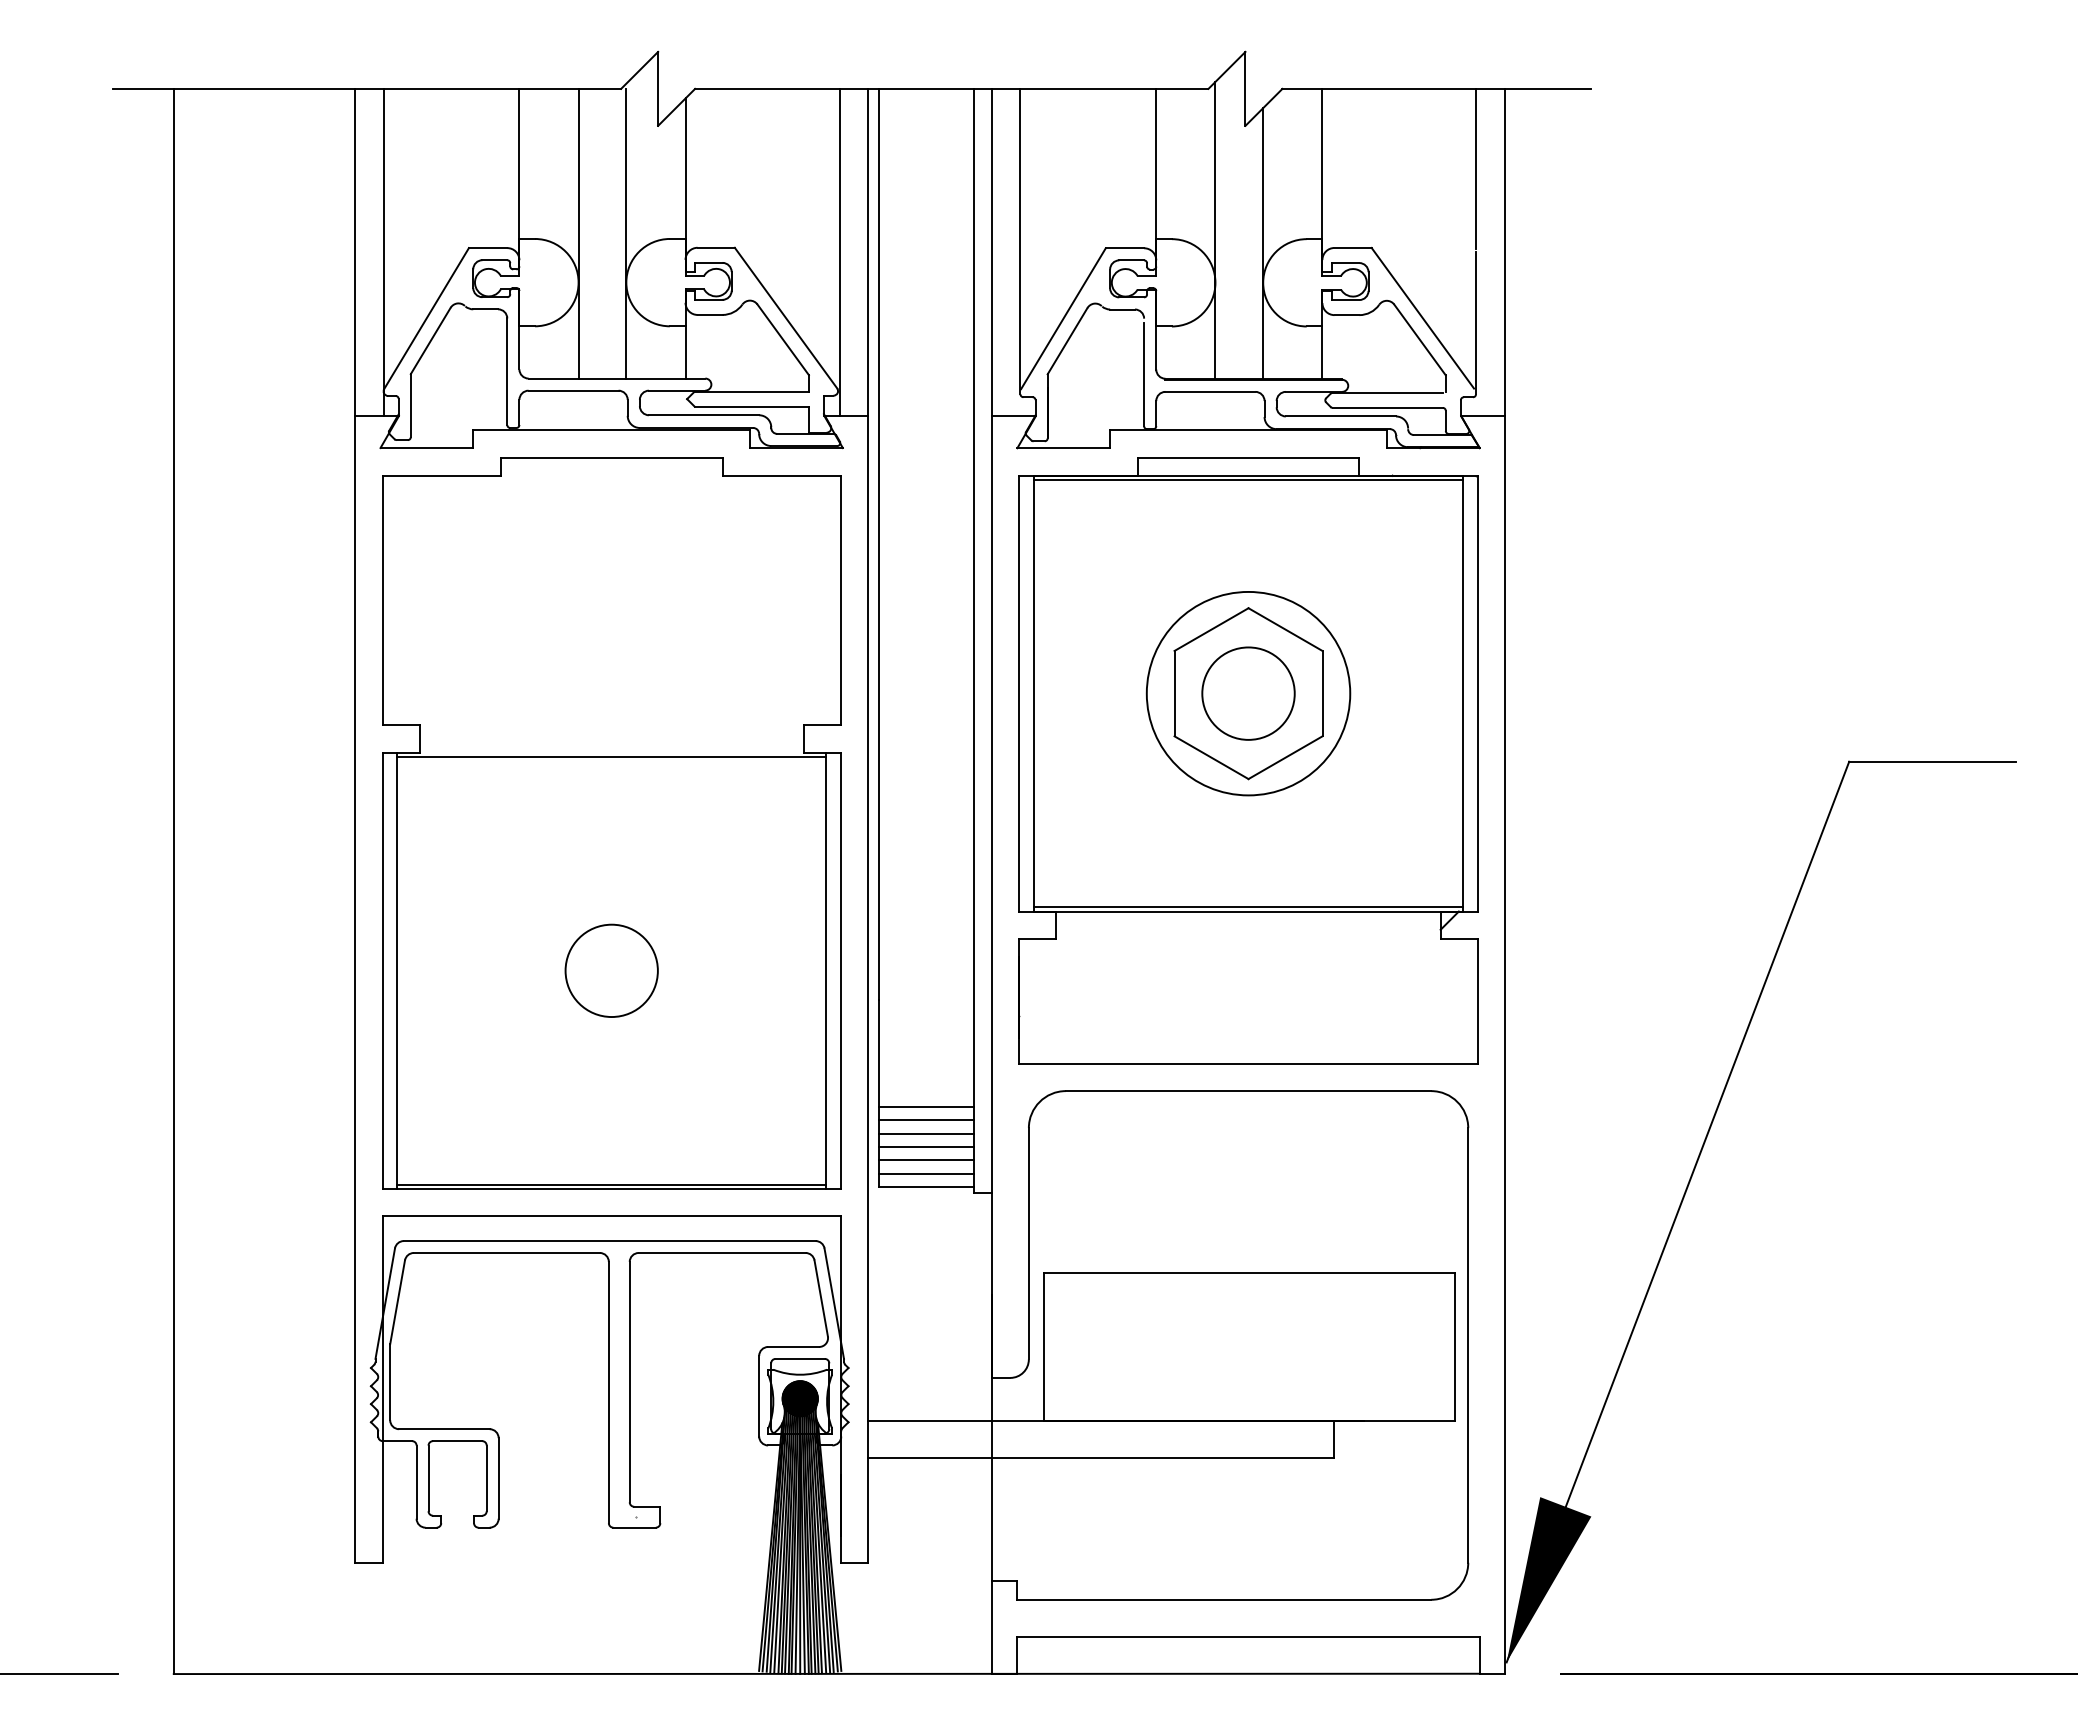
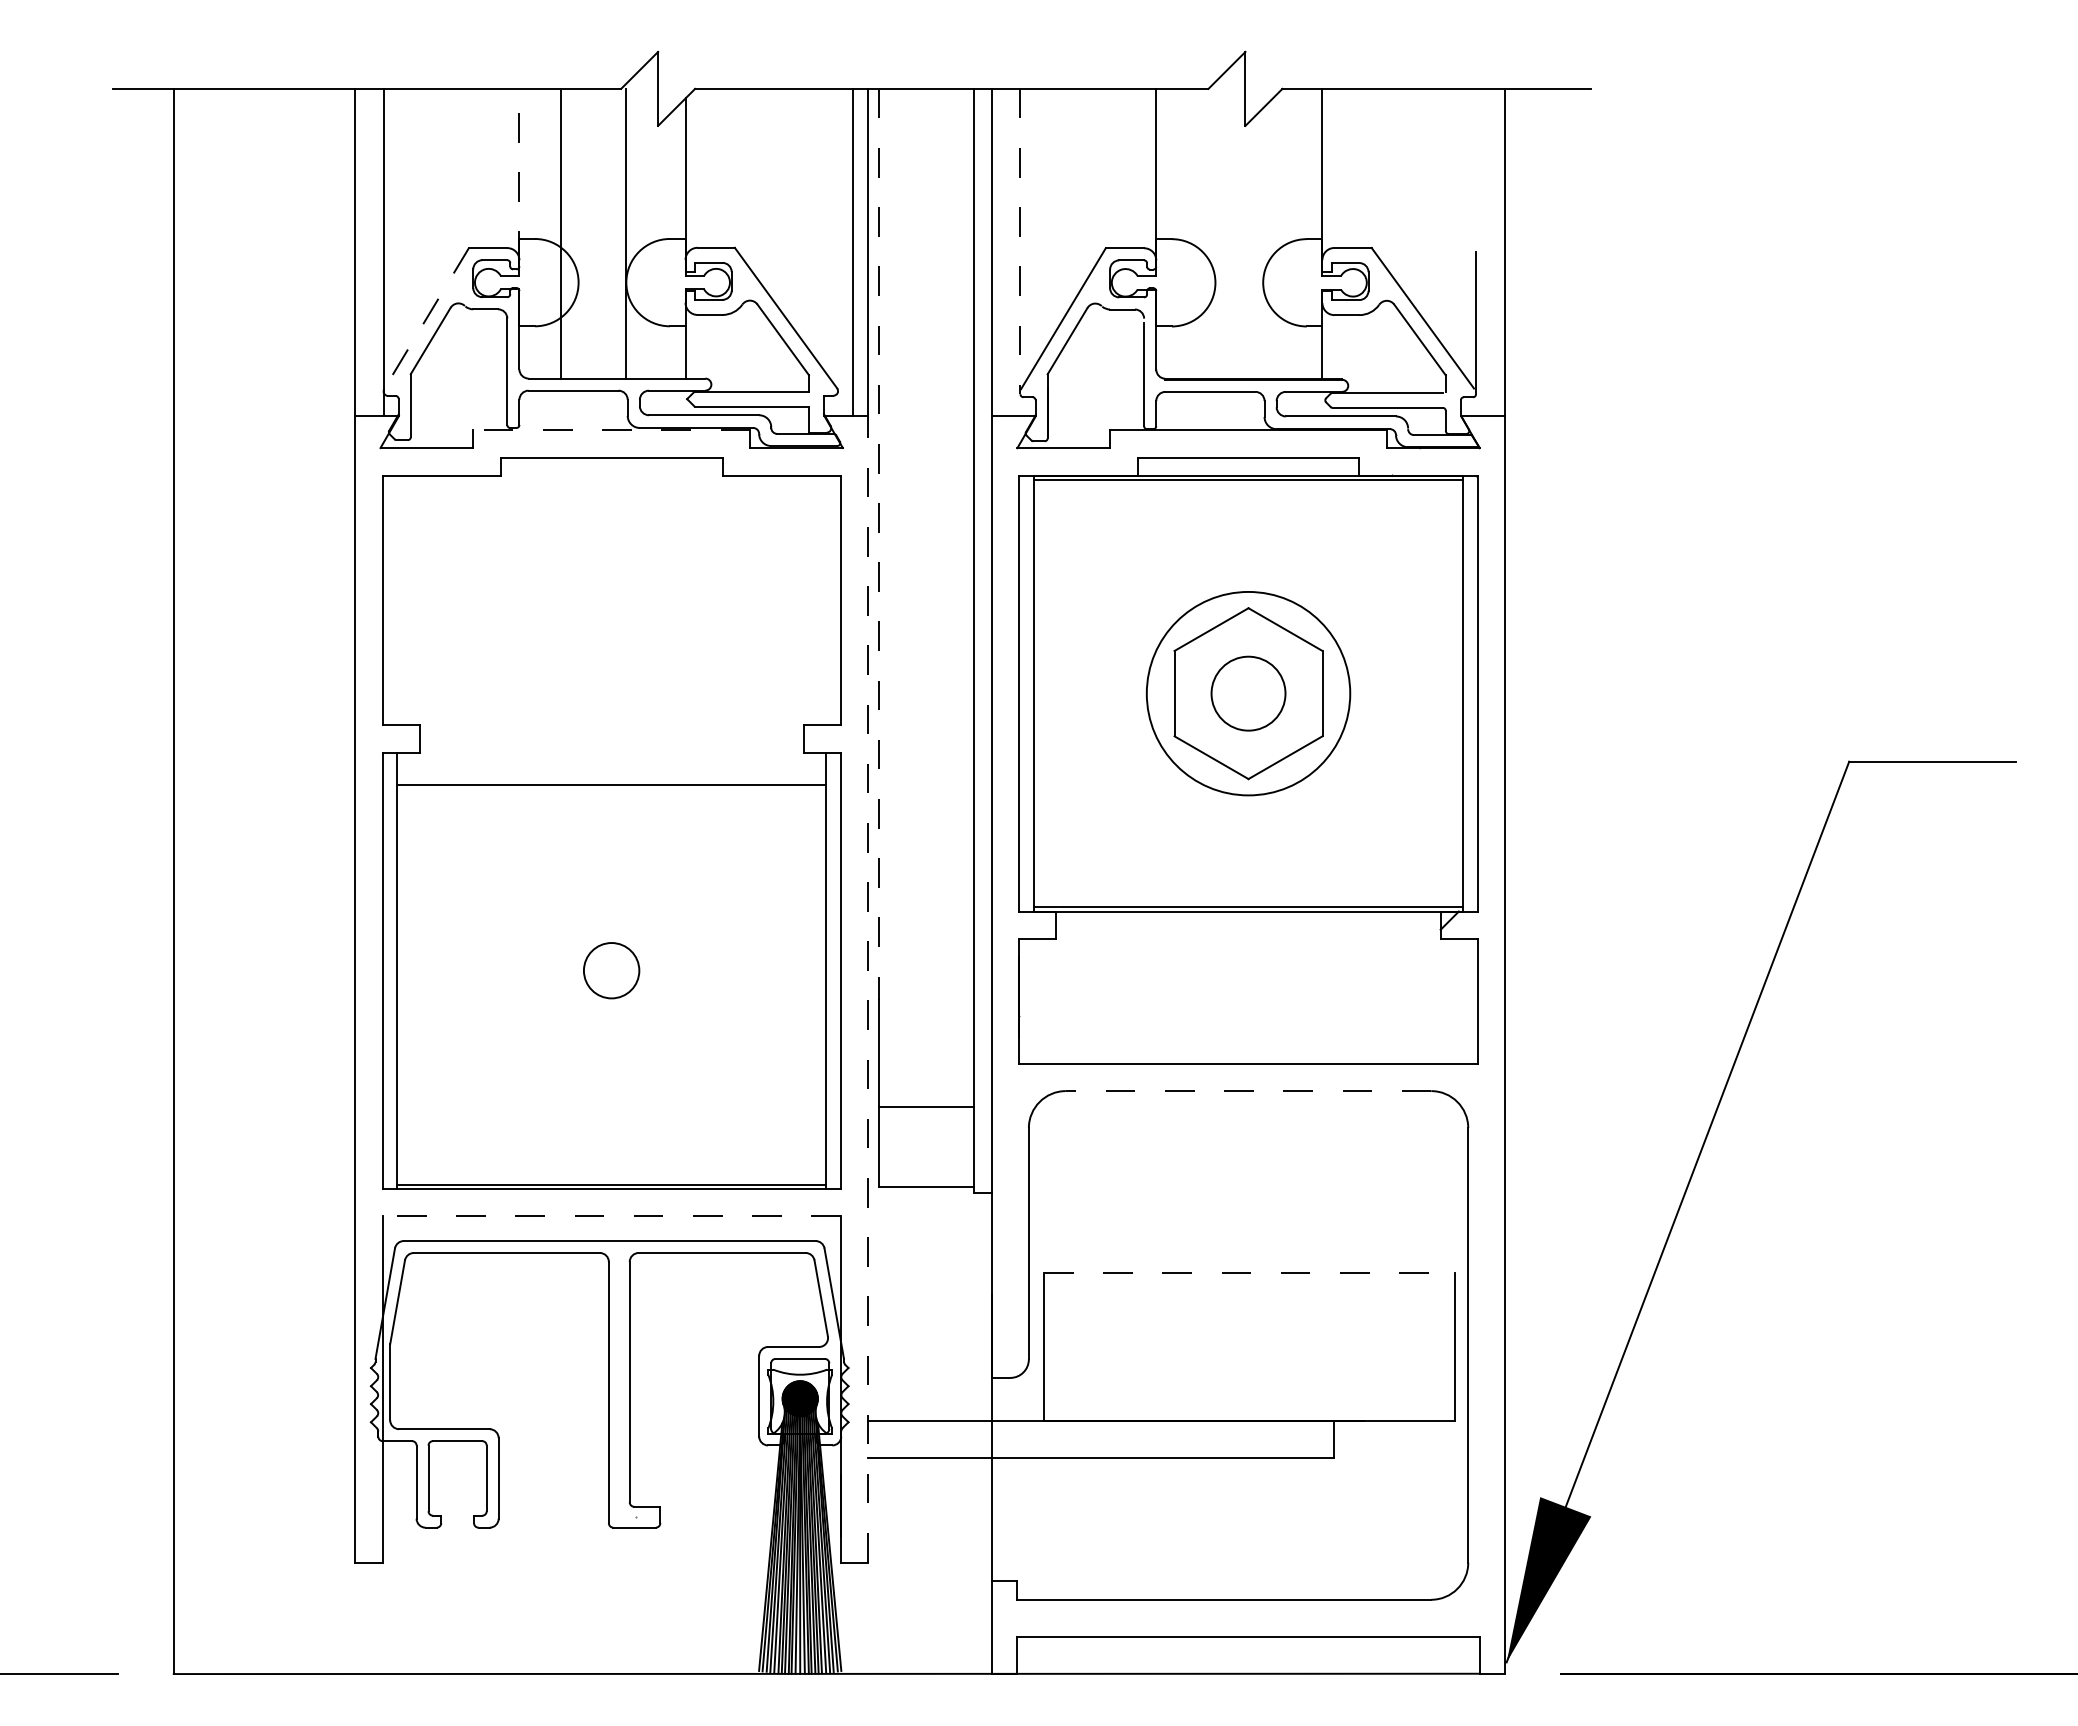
line at (1476, 168): present -> none
line at (519, 174): solid -> dashed
line at (1215, 229): present -> none
line at (578, 233) position: (578, 233) -> (560, 233)
line at (1020, 241): solid -> dashed
line at (1263, 243): present -> none
line at (839, 252) position: (839, 252) -> (852, 252)
line at (426, 318): solid -> dashed
line at (611, 429): solid -> dashed
line at (879, 544): solid -> dashed
circle at (1248, 693) diameter: 92 px -> 74 px
line at (611, 757) position: (611, 757) -> (611, 785)
circle at (611, 970) size: 95x95 px -> 58x58 px
line at (868, 988): solid -> dashed
line at (1248, 1091): solid -> dashed
line at (926, 1120): present -> none
line at (926, 1133): present -> none
line at (926, 1147): present -> none
line at (926, 1160): present -> none
line at (926, 1173): present -> none
line at (611, 1216): solid -> dashed
line at (1249, 1273): solid -> dashed
